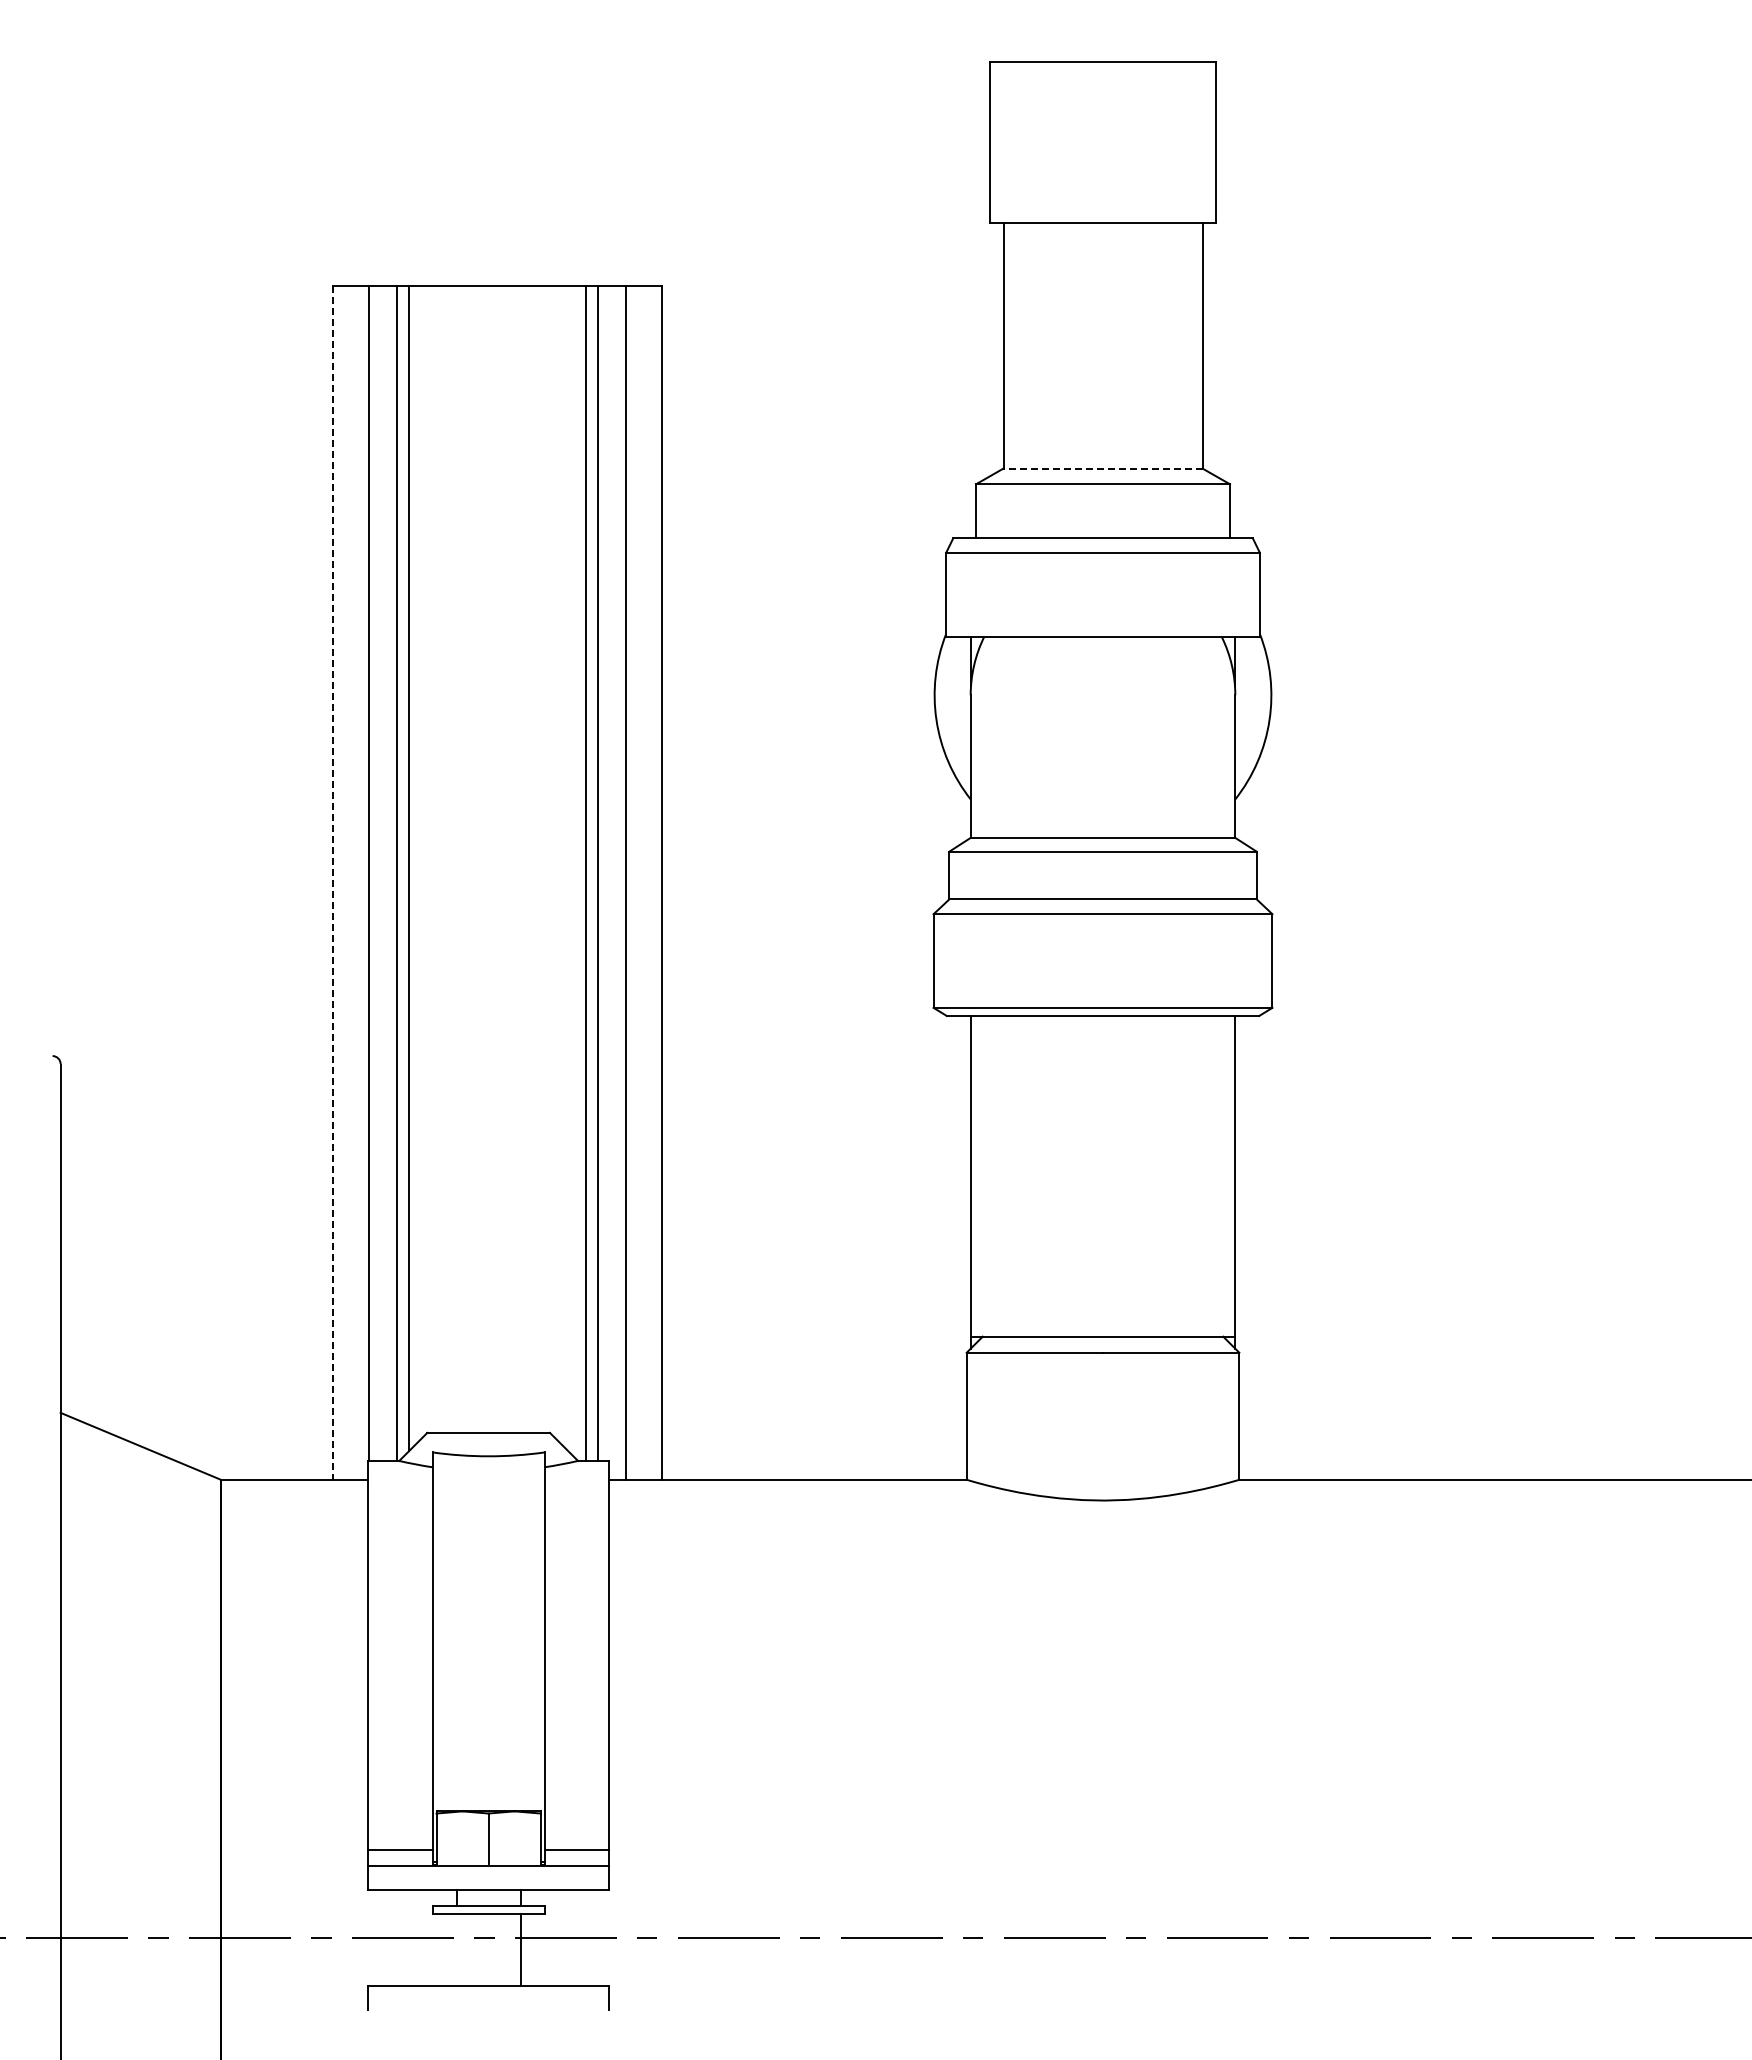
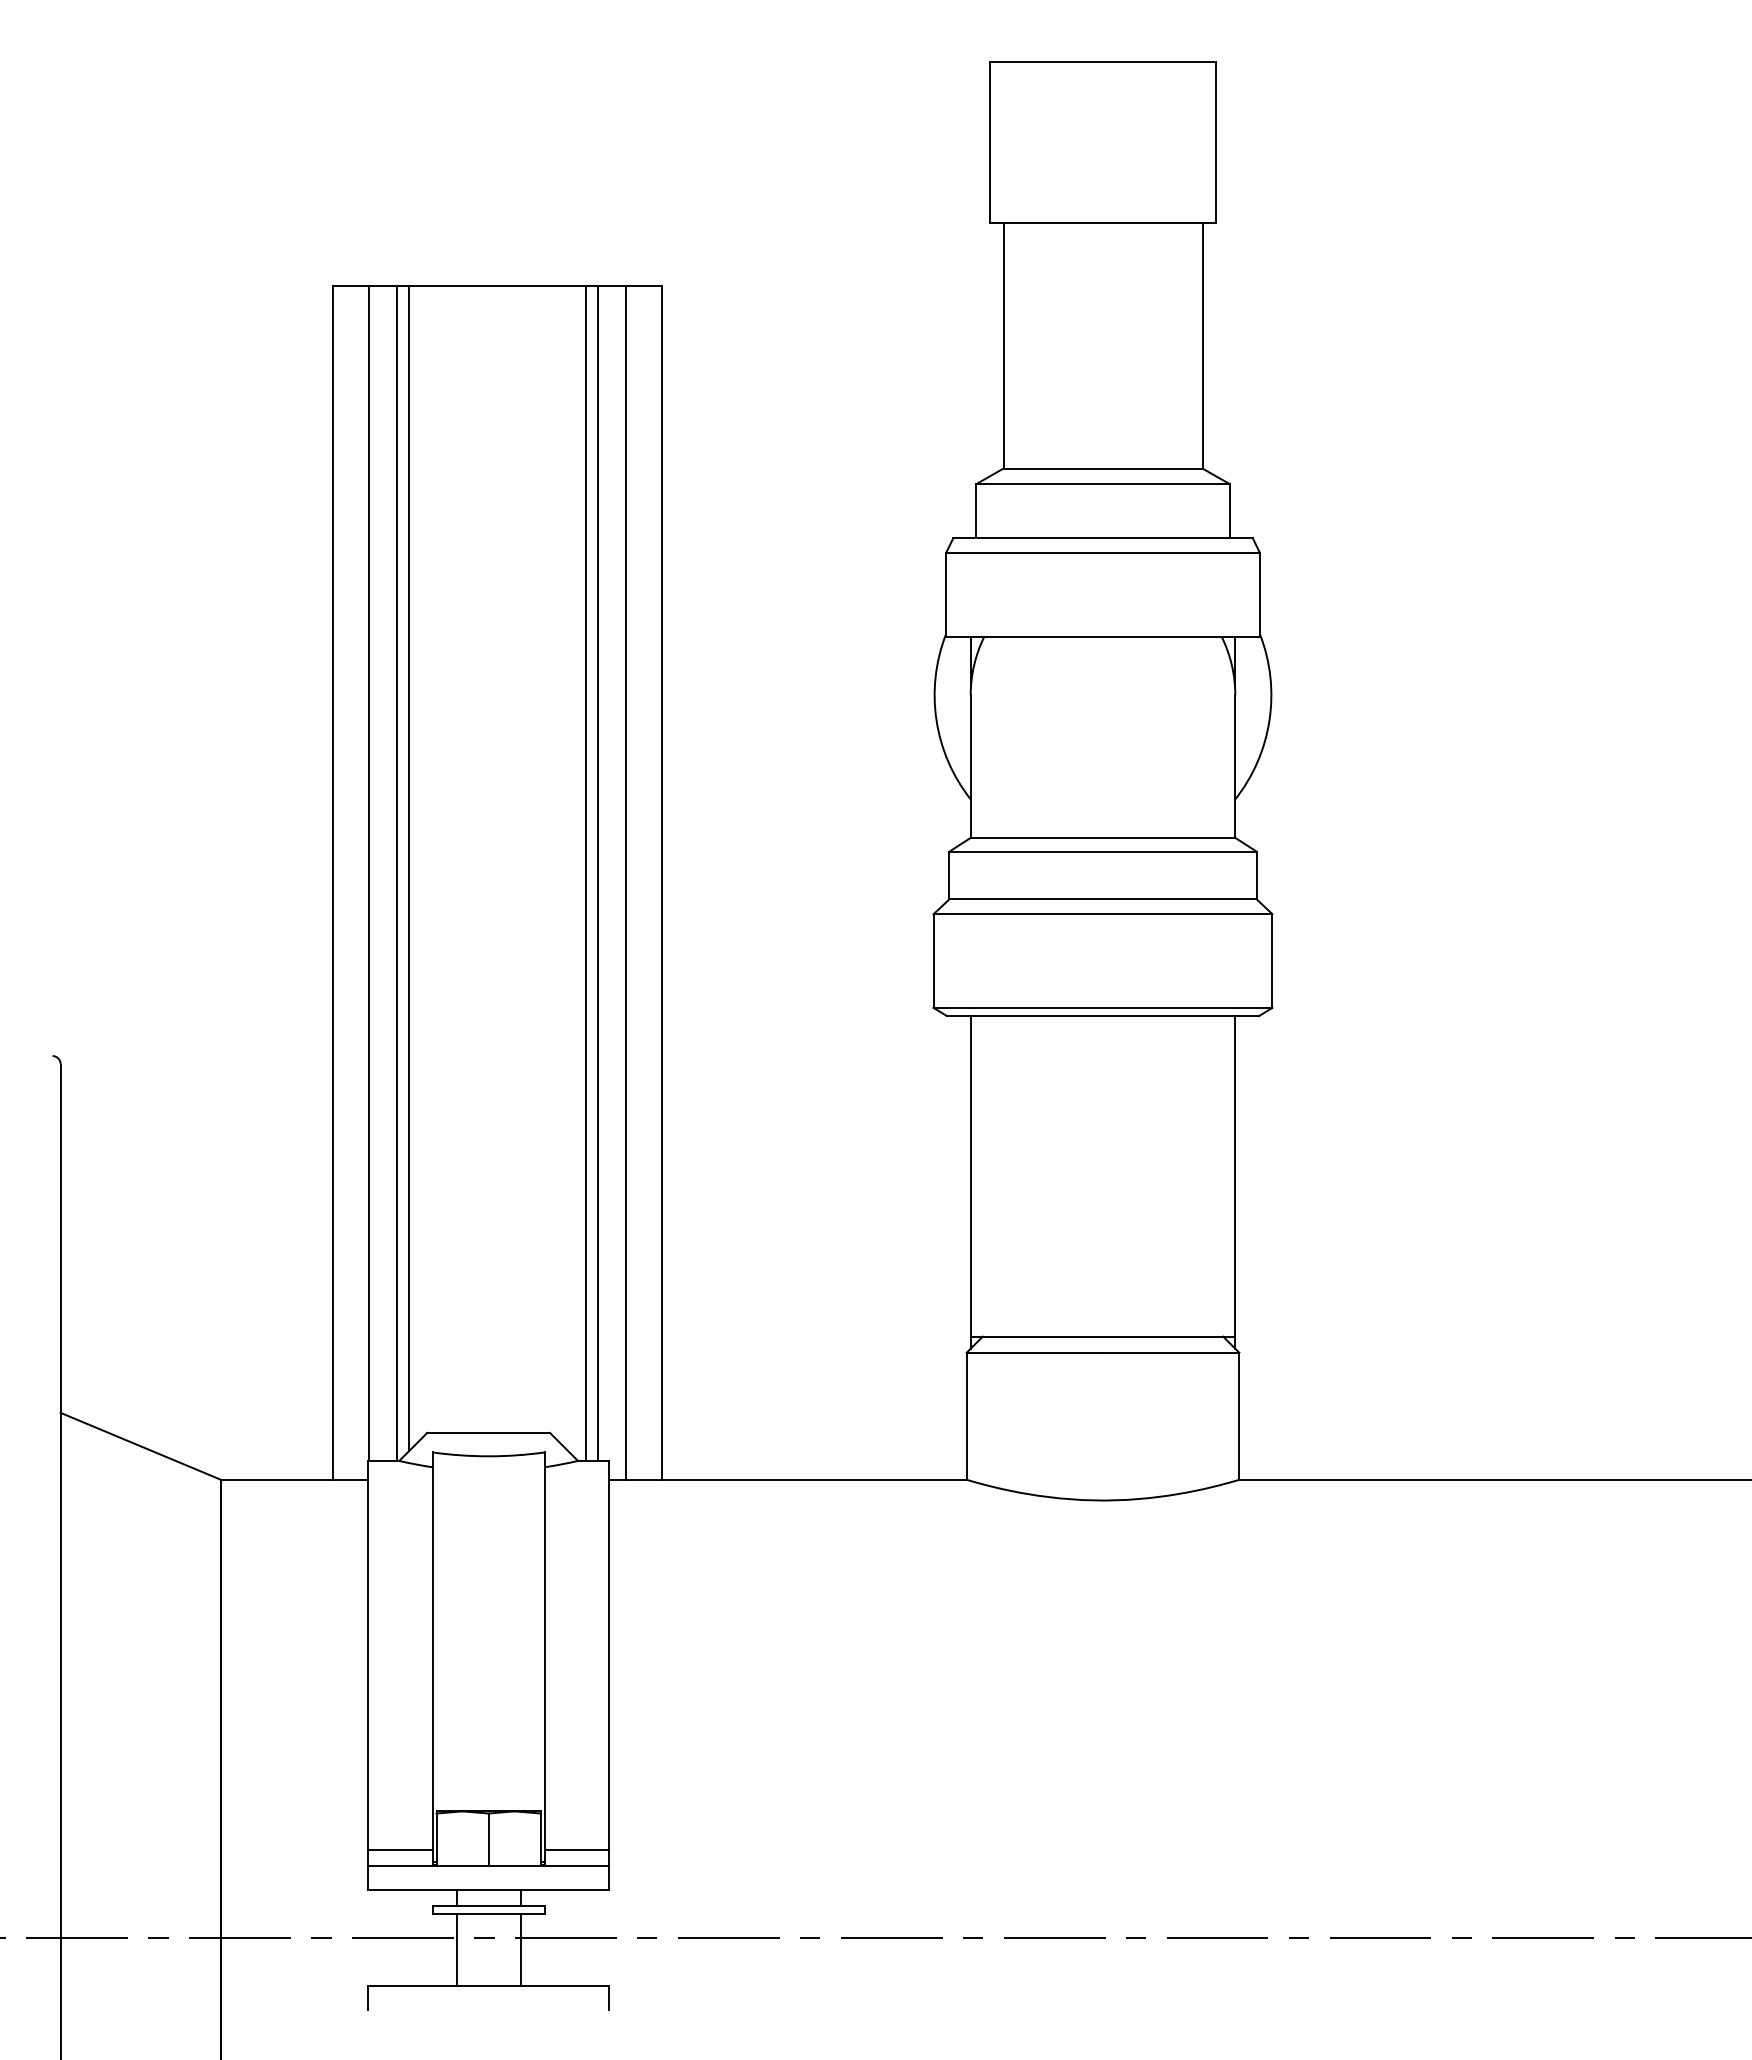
line at (1103, 468): dashed -> solid
line at (333, 883): dashed -> solid
line at (456, 1950): none -> present
